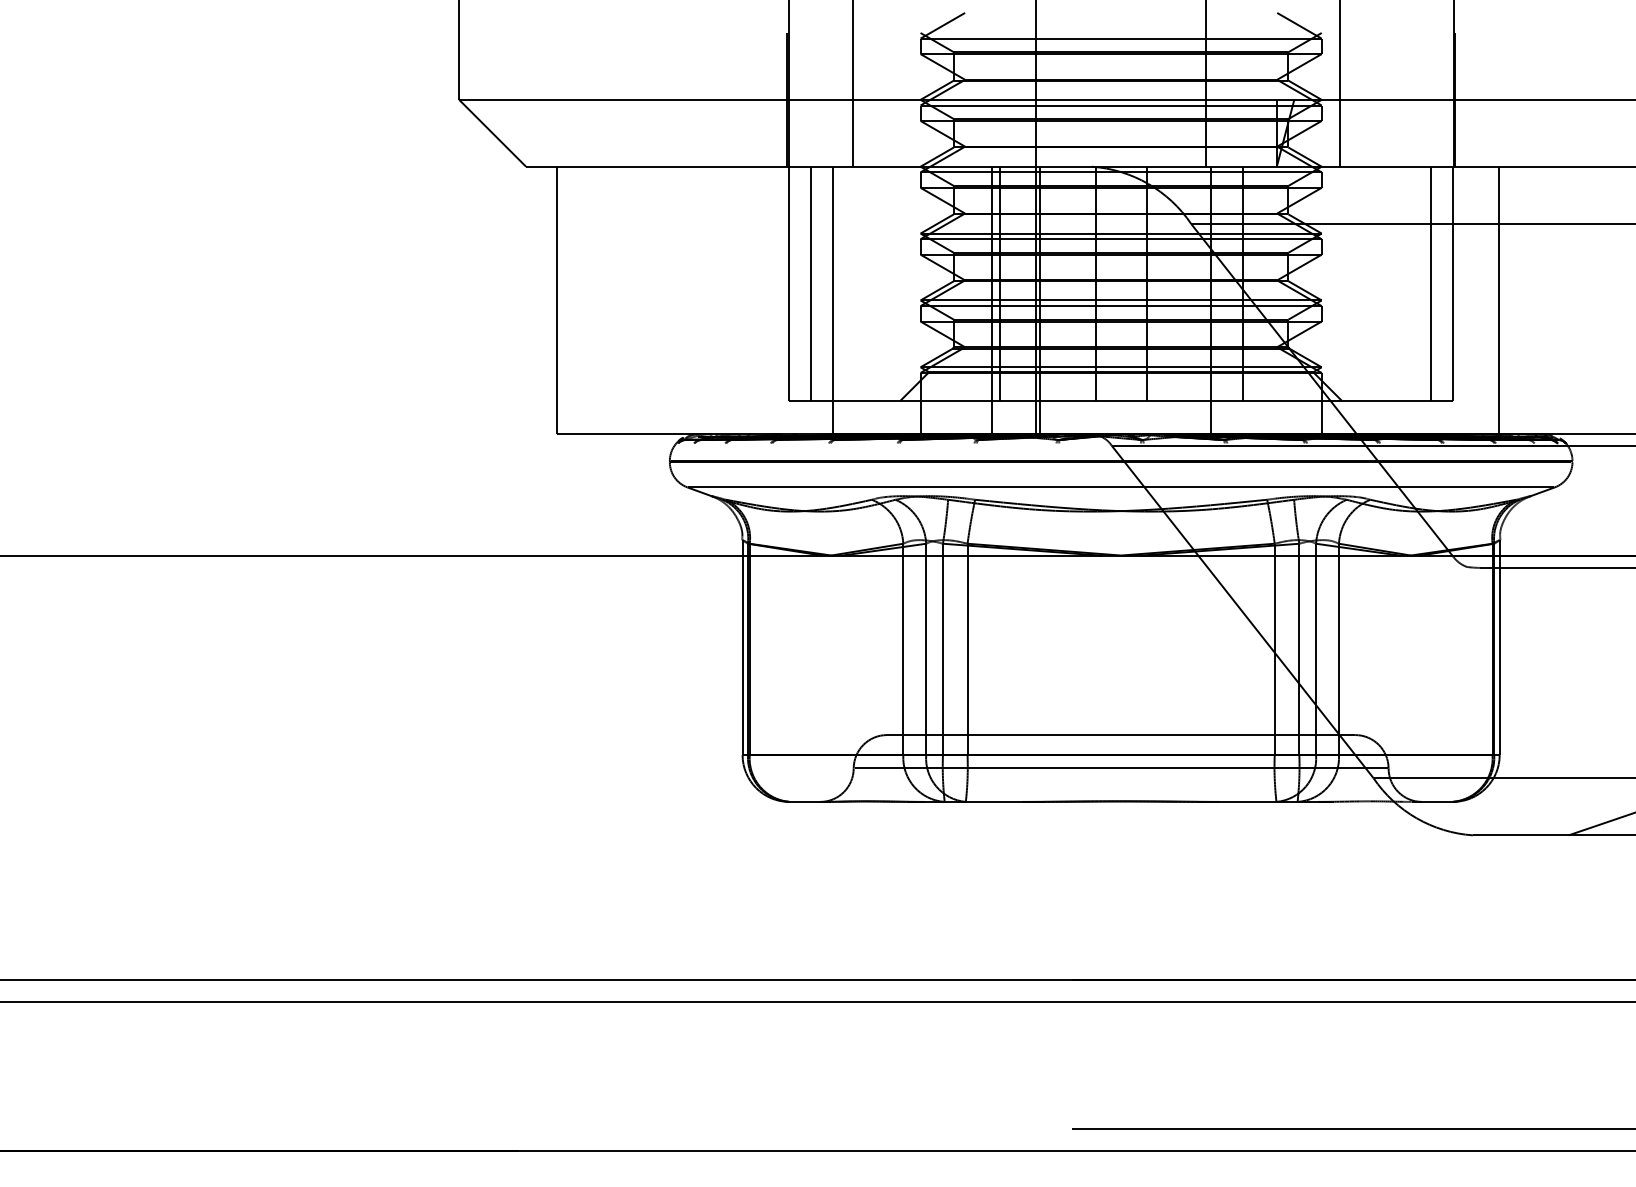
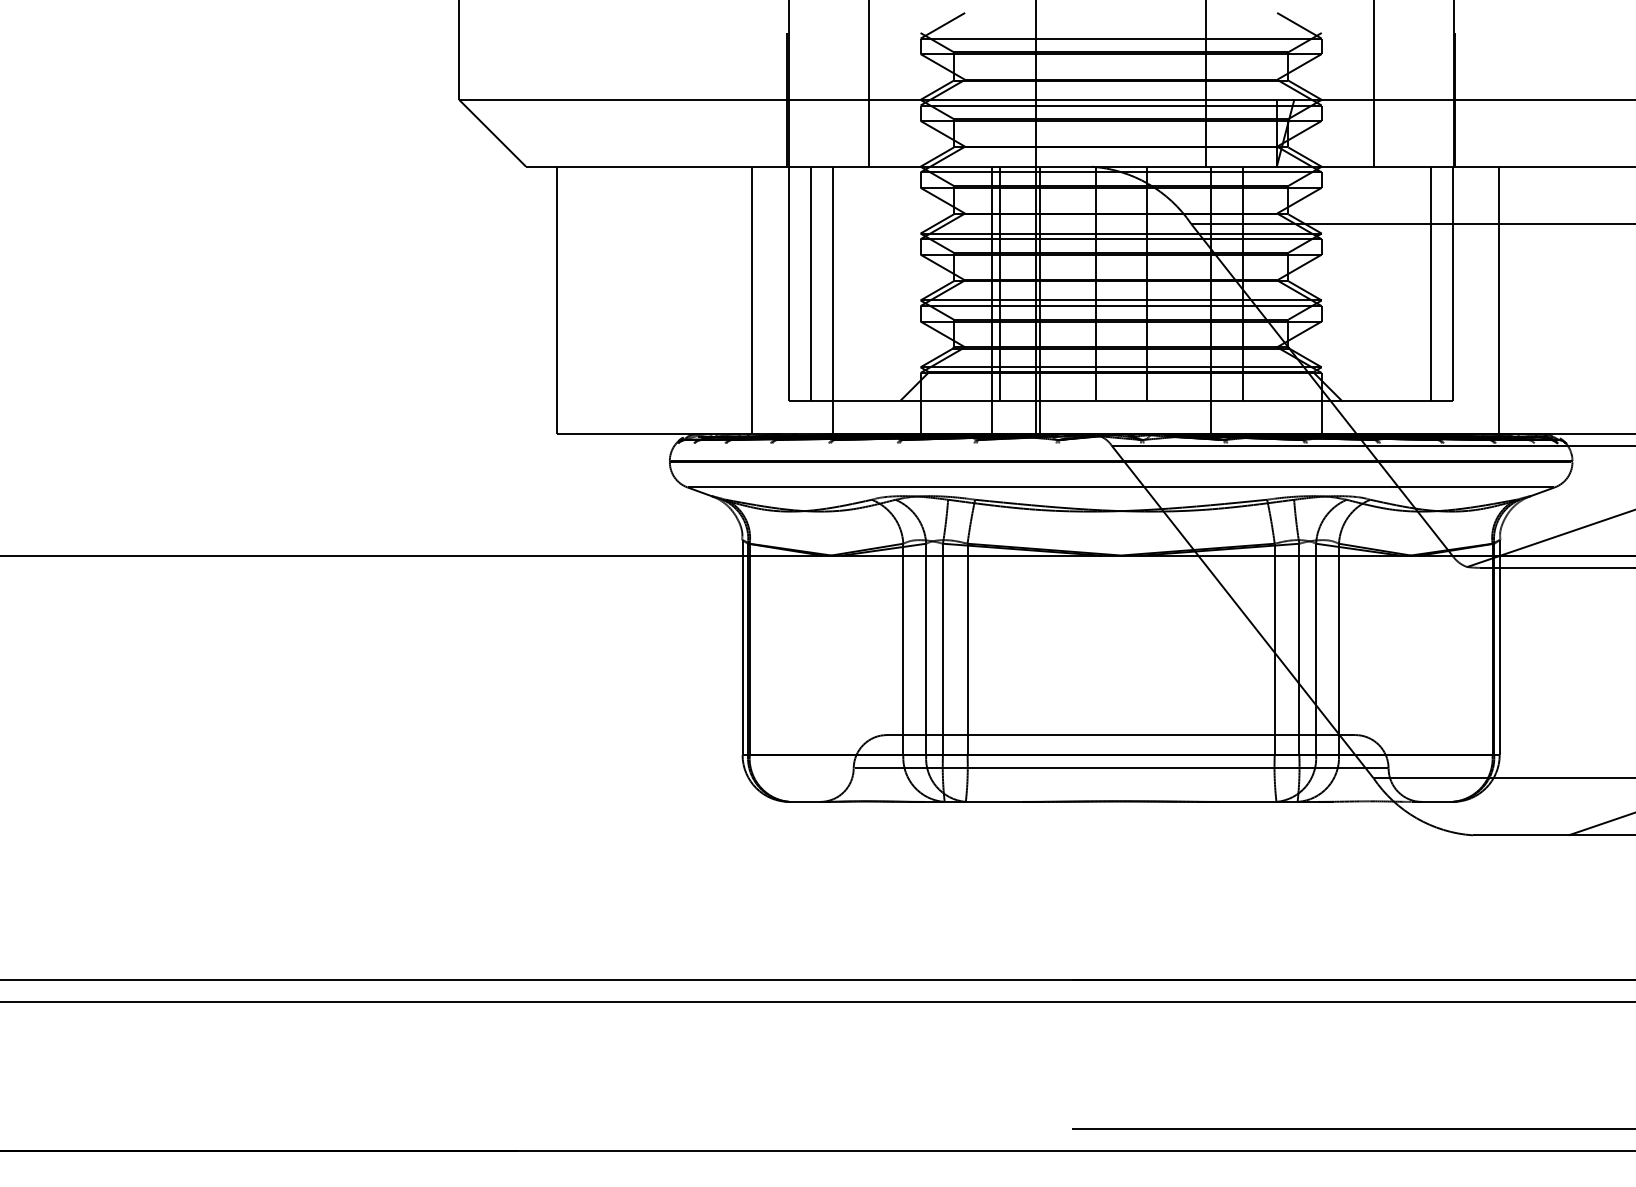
line at (852, 84) position: (852, 84) -> (868, 84)
line at (1339, 84) position: (1339, 84) -> (1373, 84)
line at (752, 300): none -> present
line at (1549, 538): none -> present
